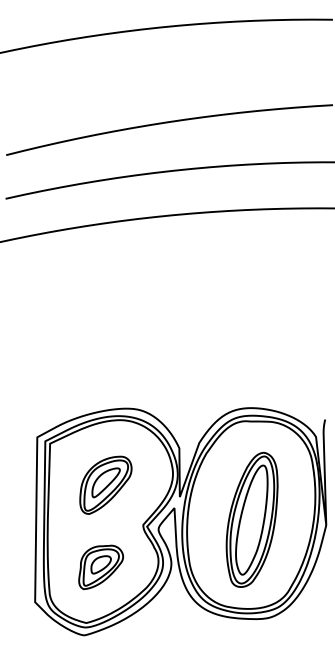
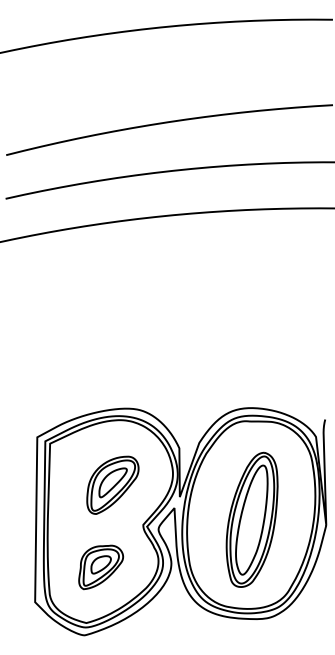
part at (105, 484) position: (105, 484) -> (112, 484)
